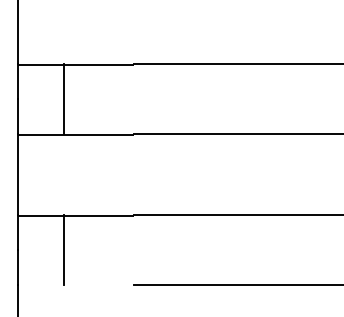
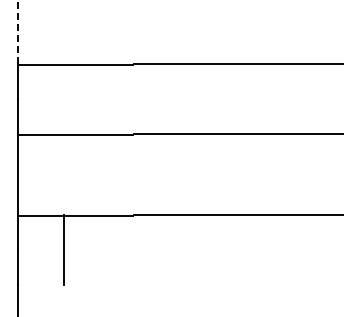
line at (17, 32): solid -> dashed
line at (64, 99): present -> none
line at (237, 285): present -> none
